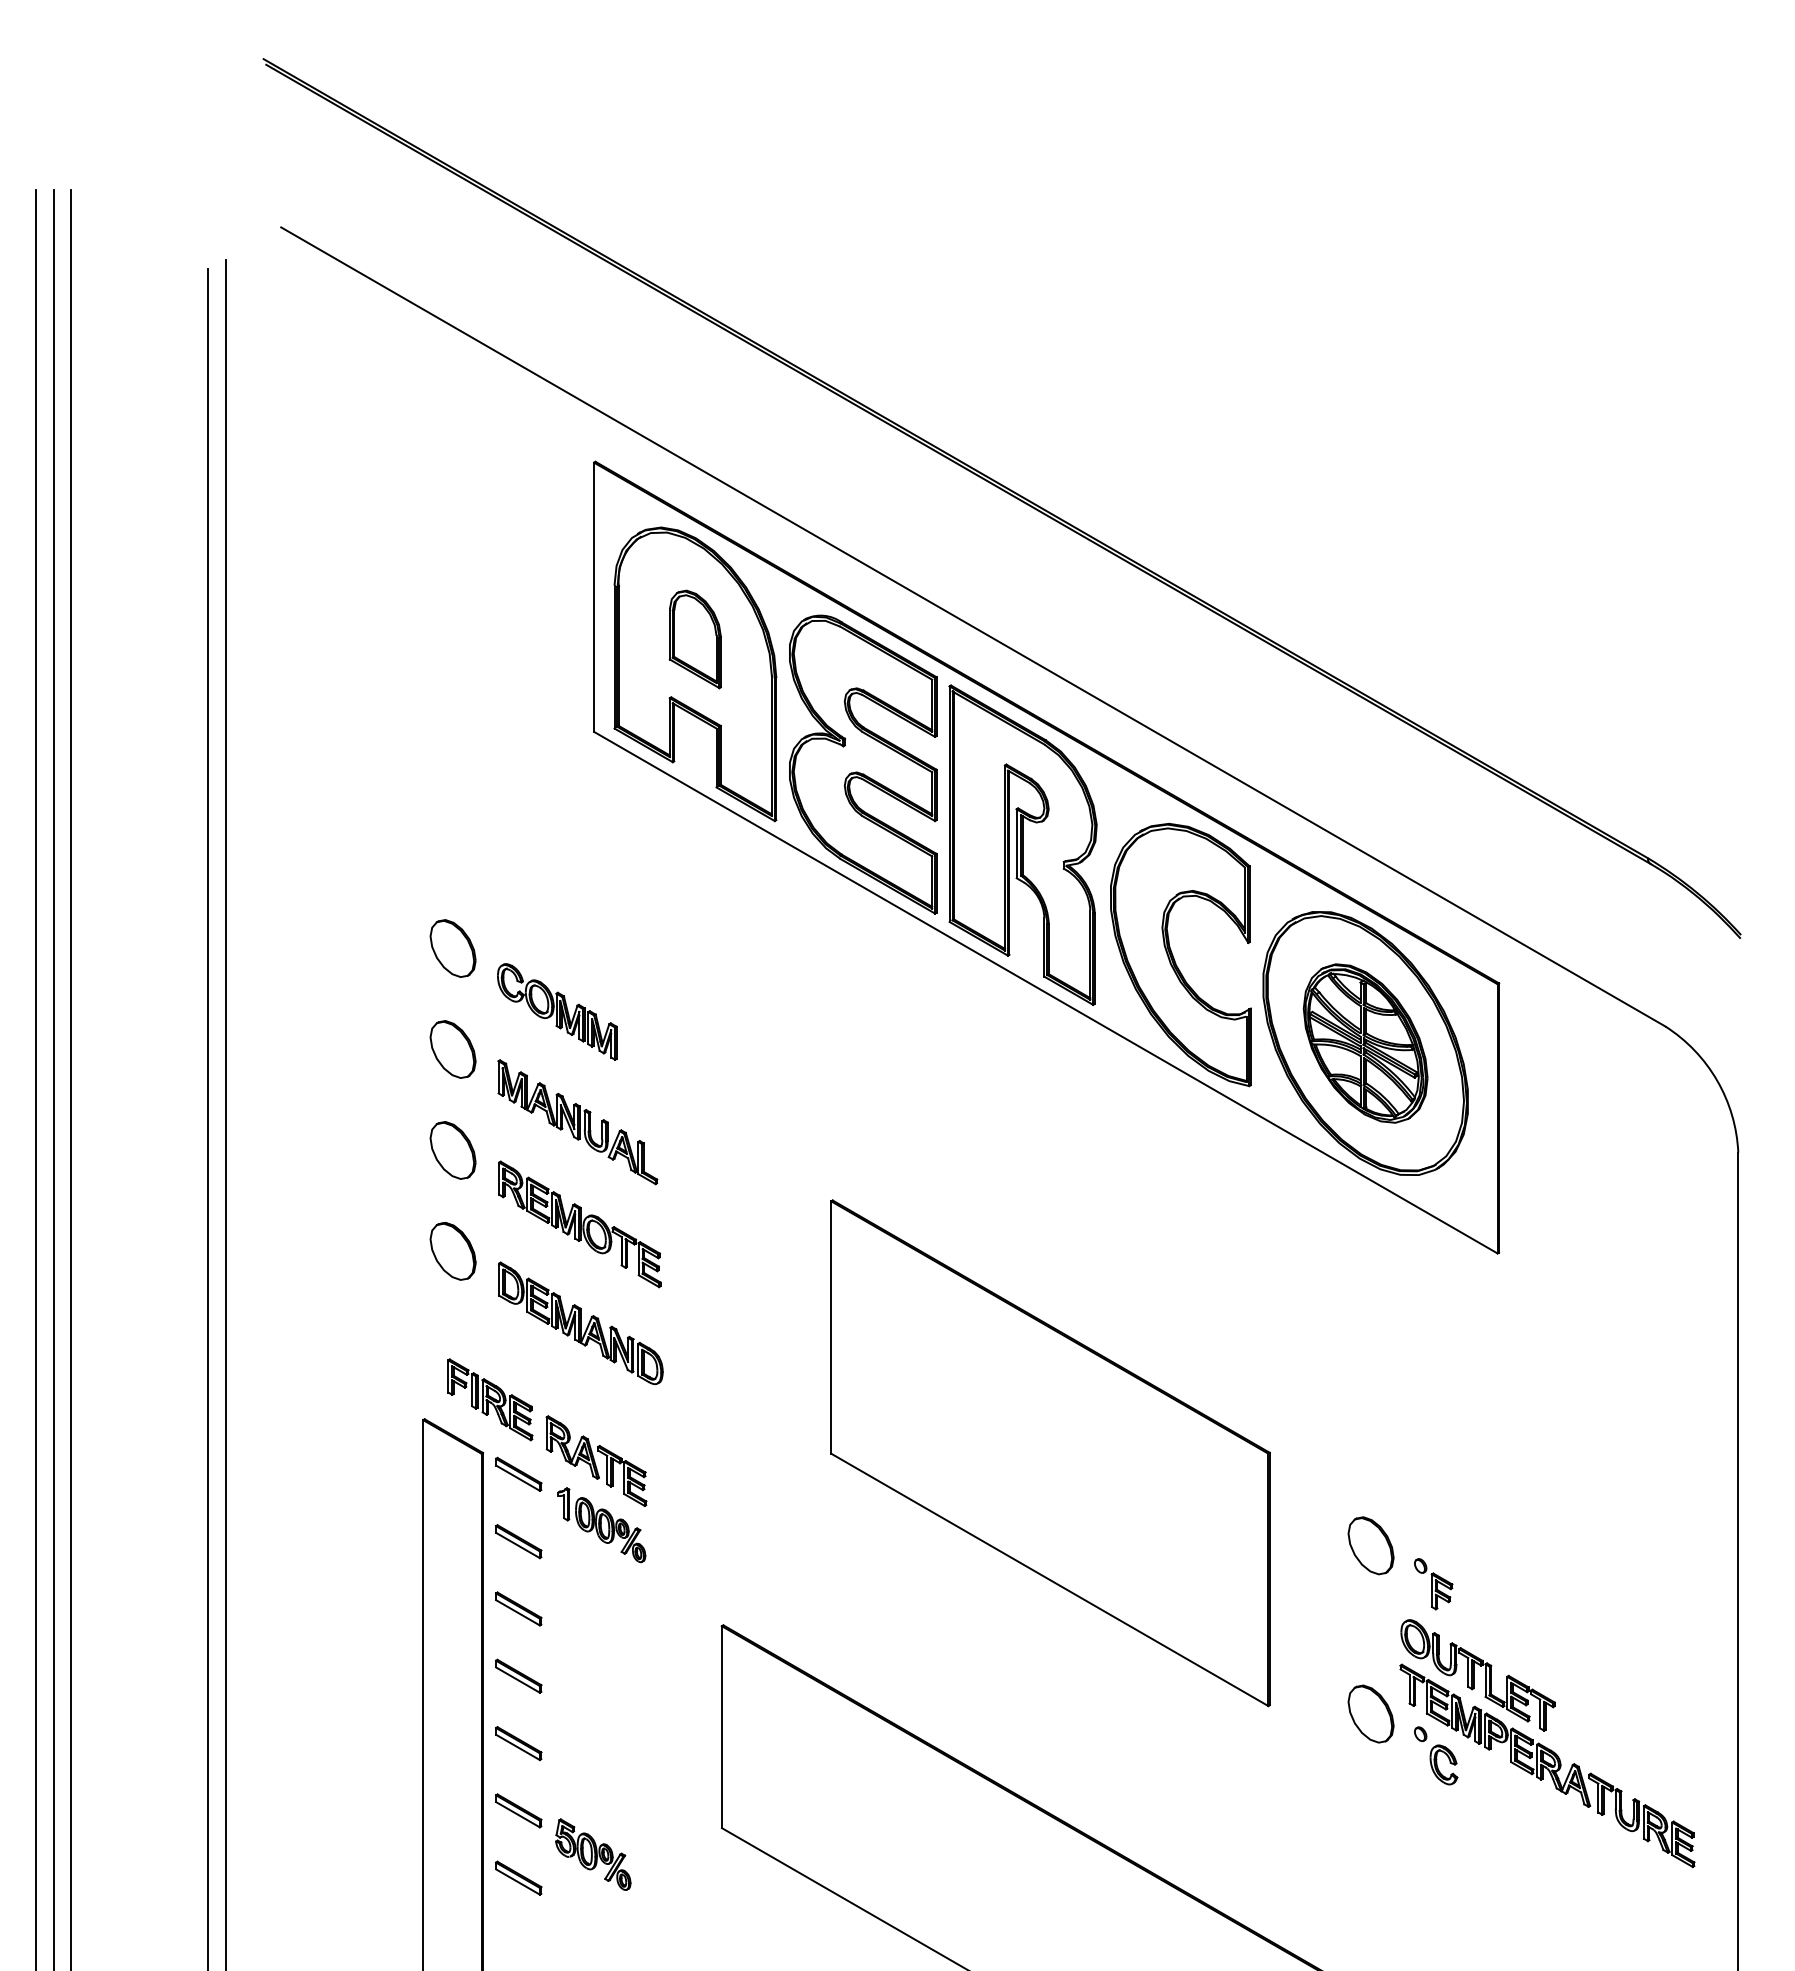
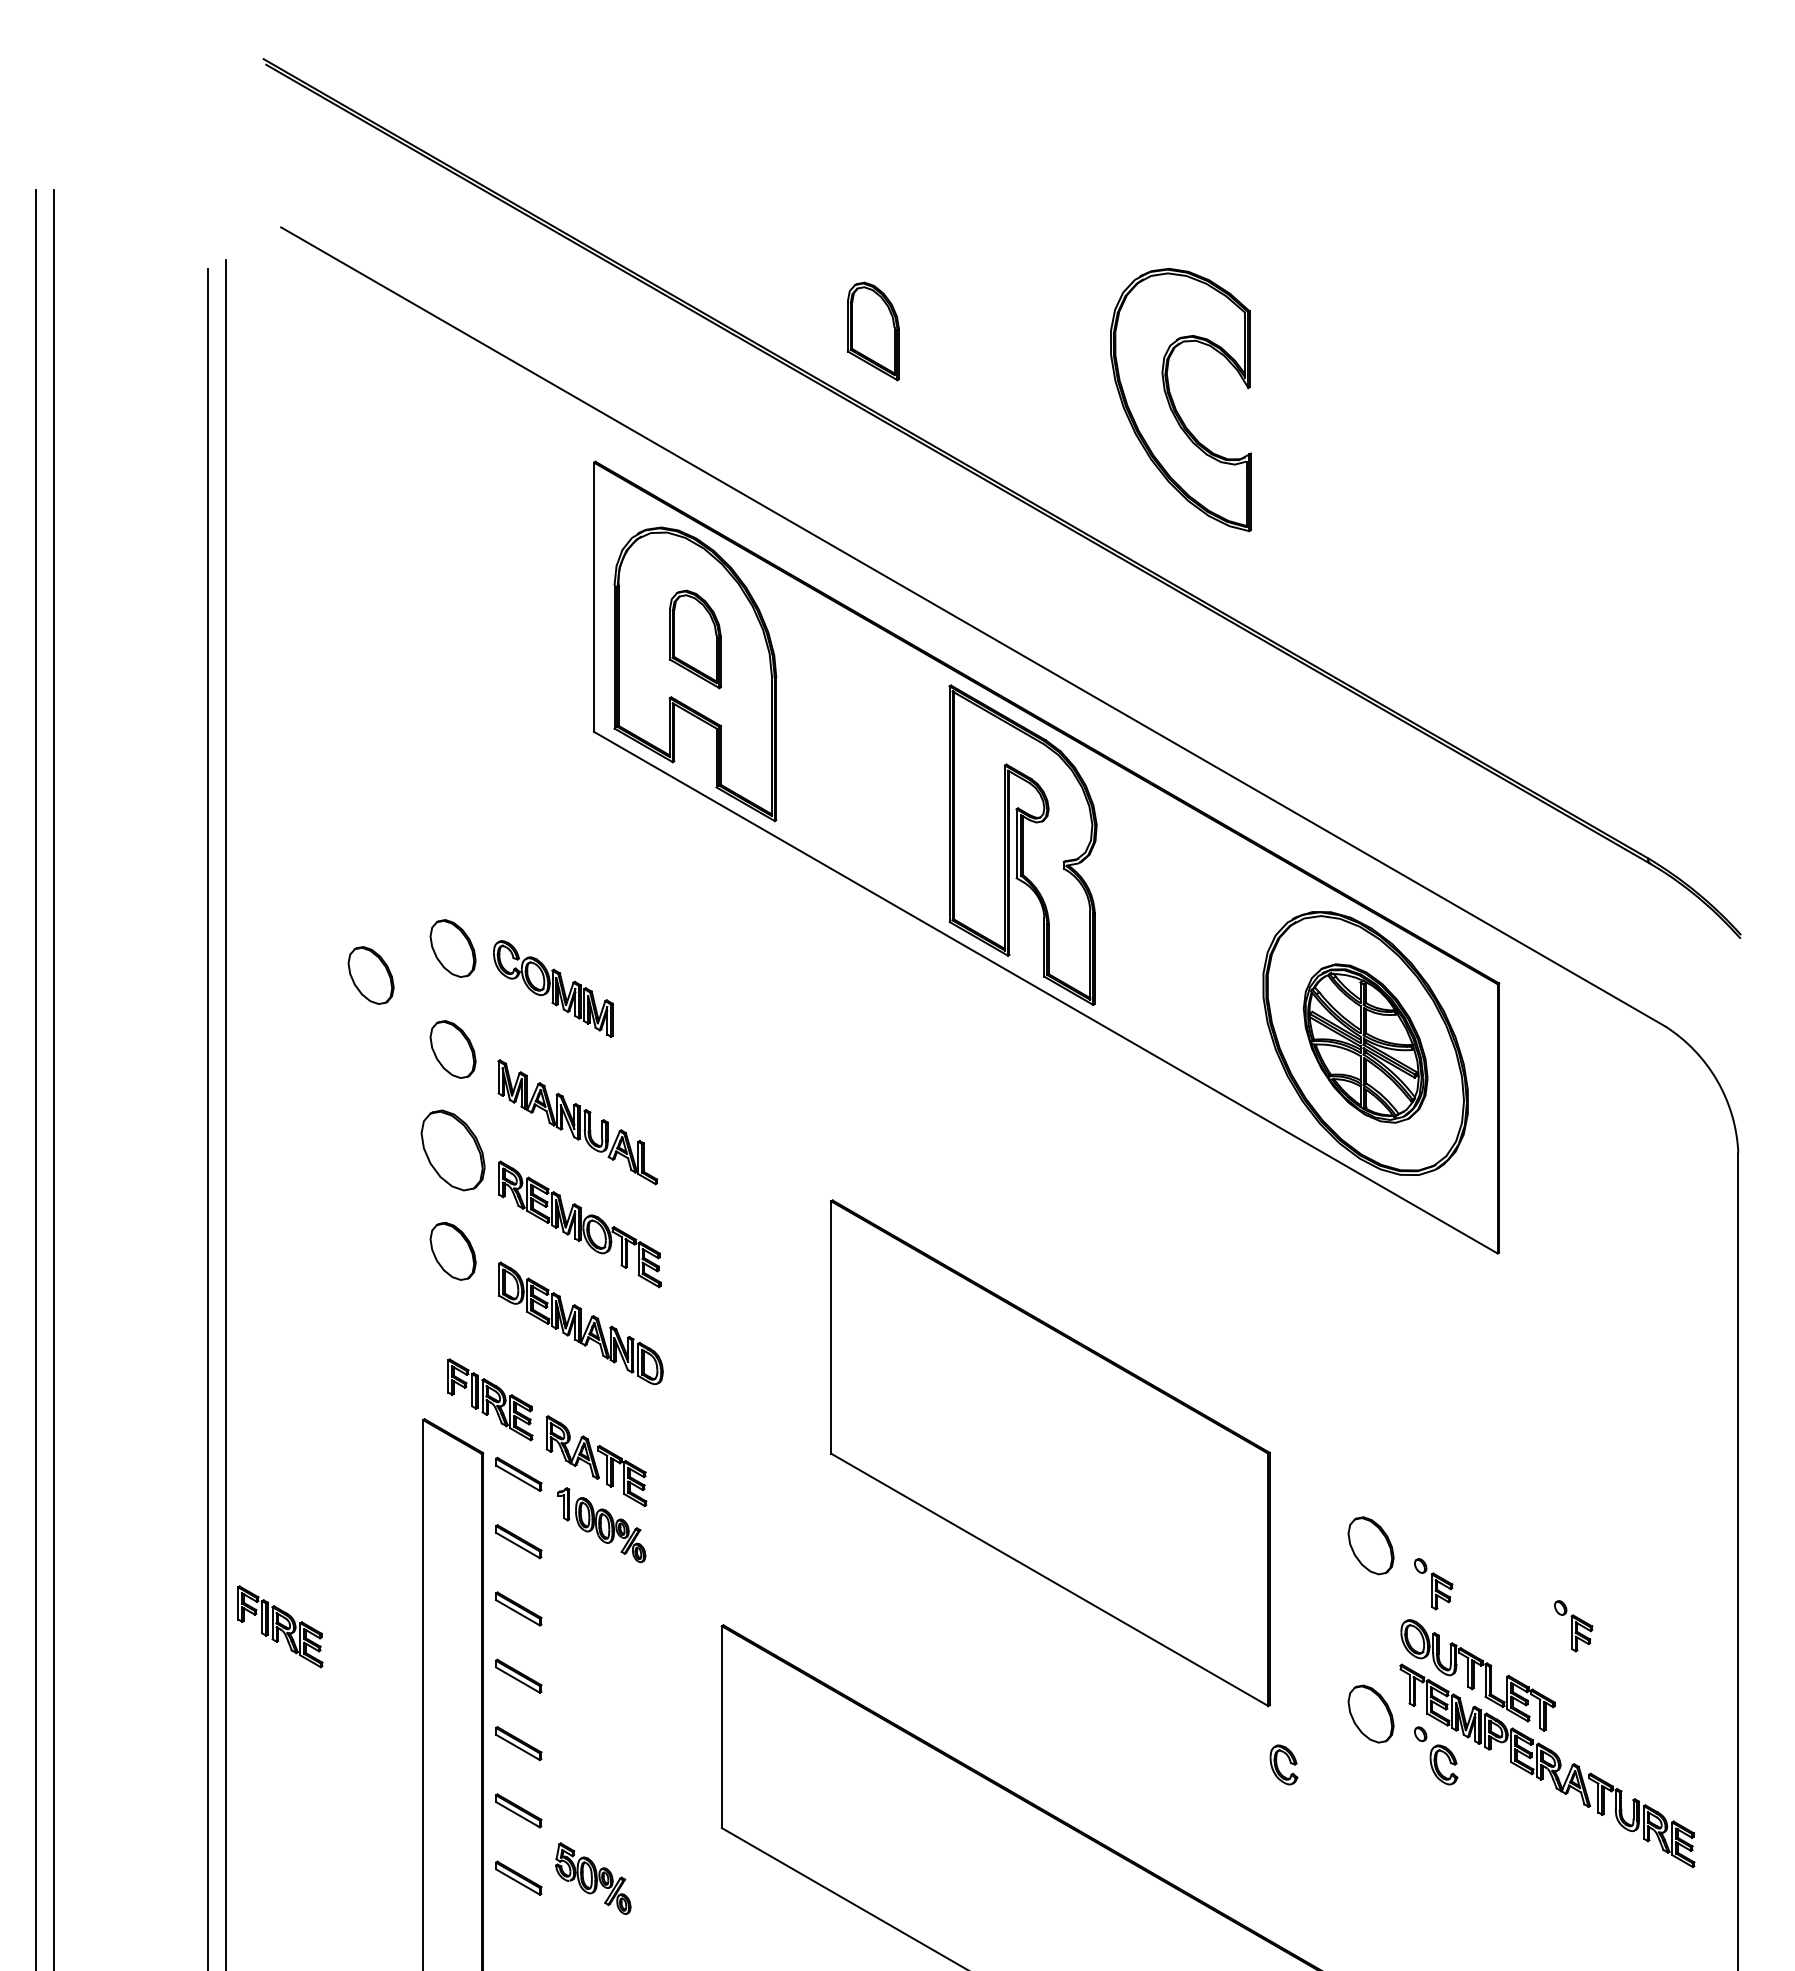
part at (872, 331): none -> present
part at (863, 764): present -> none
part at (1174, 957) position: (1174, 957) -> (1174, 402)
part at (370, 975): none -> present
part at (557, 1011) position: (557, 1011) -> (553, 988)
line at (71, 1078): present -> none
part at (452, 1150) size: 48x59 px -> 66x83 px
part at (280, 1626): none -> present
part at (1573, 1626): none -> present
part at (1283, 1764): none -> present
part at (593, 1854) position: (593, 1854) -> (593, 1878)
